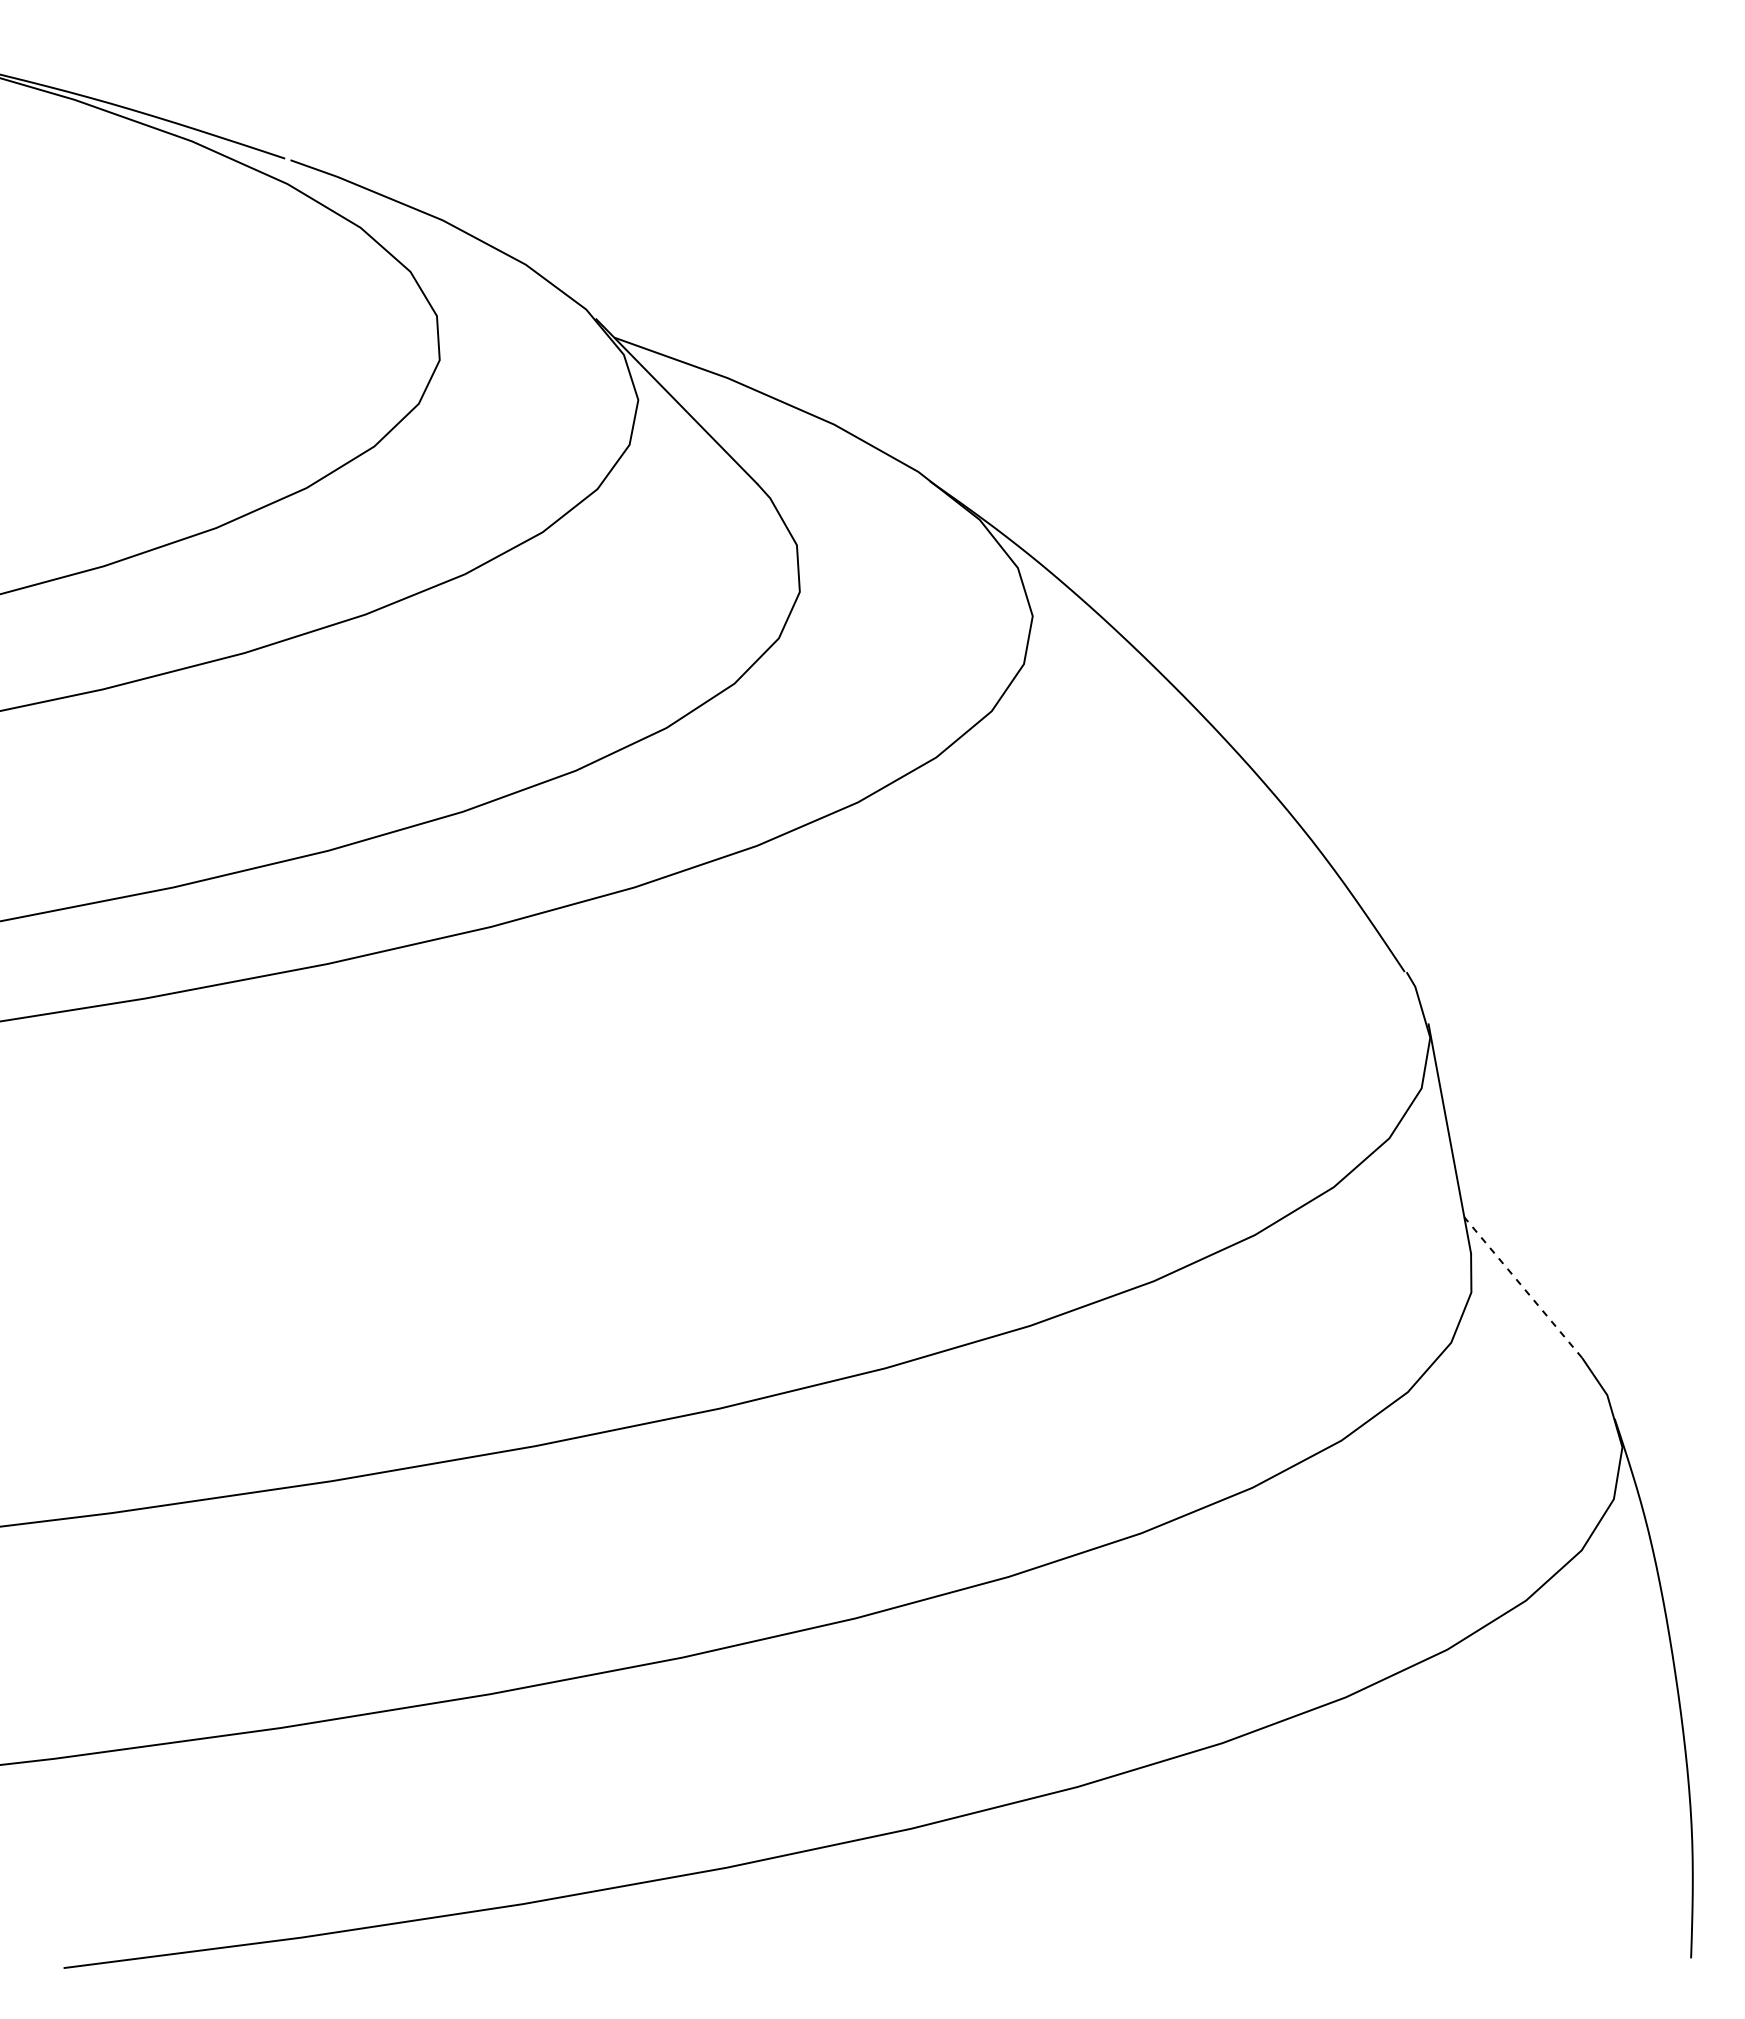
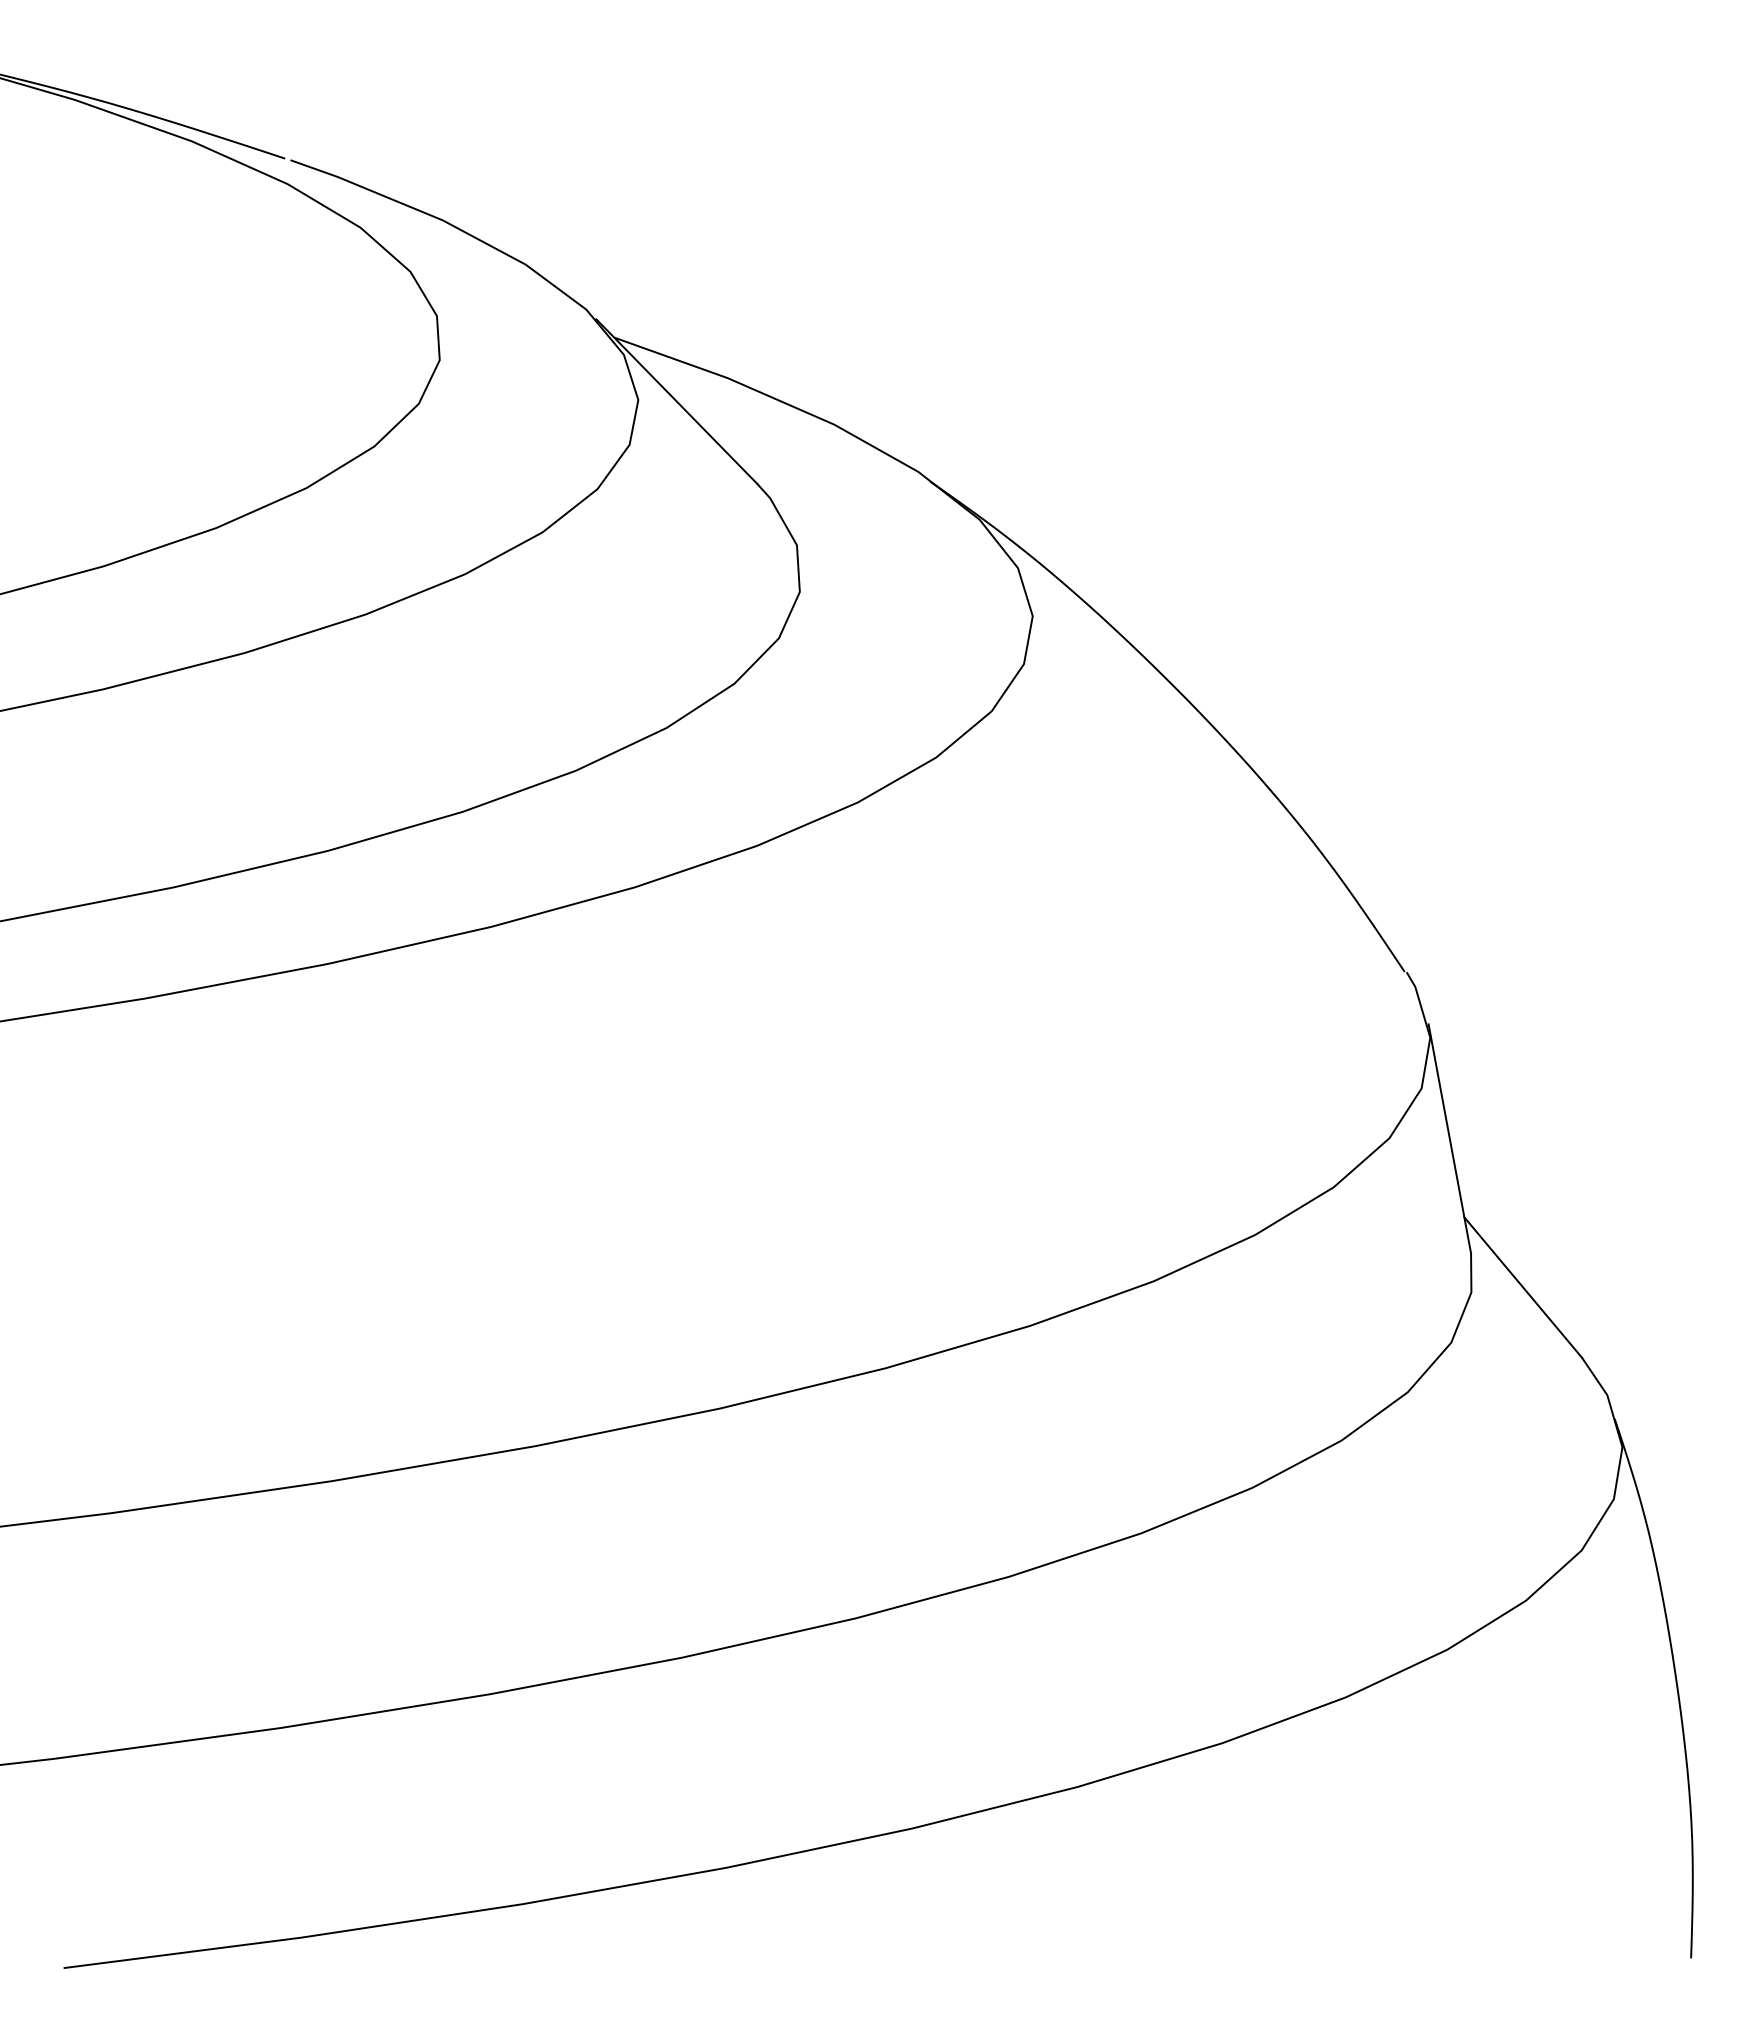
line at (1523, 1287): dashed -> solid
